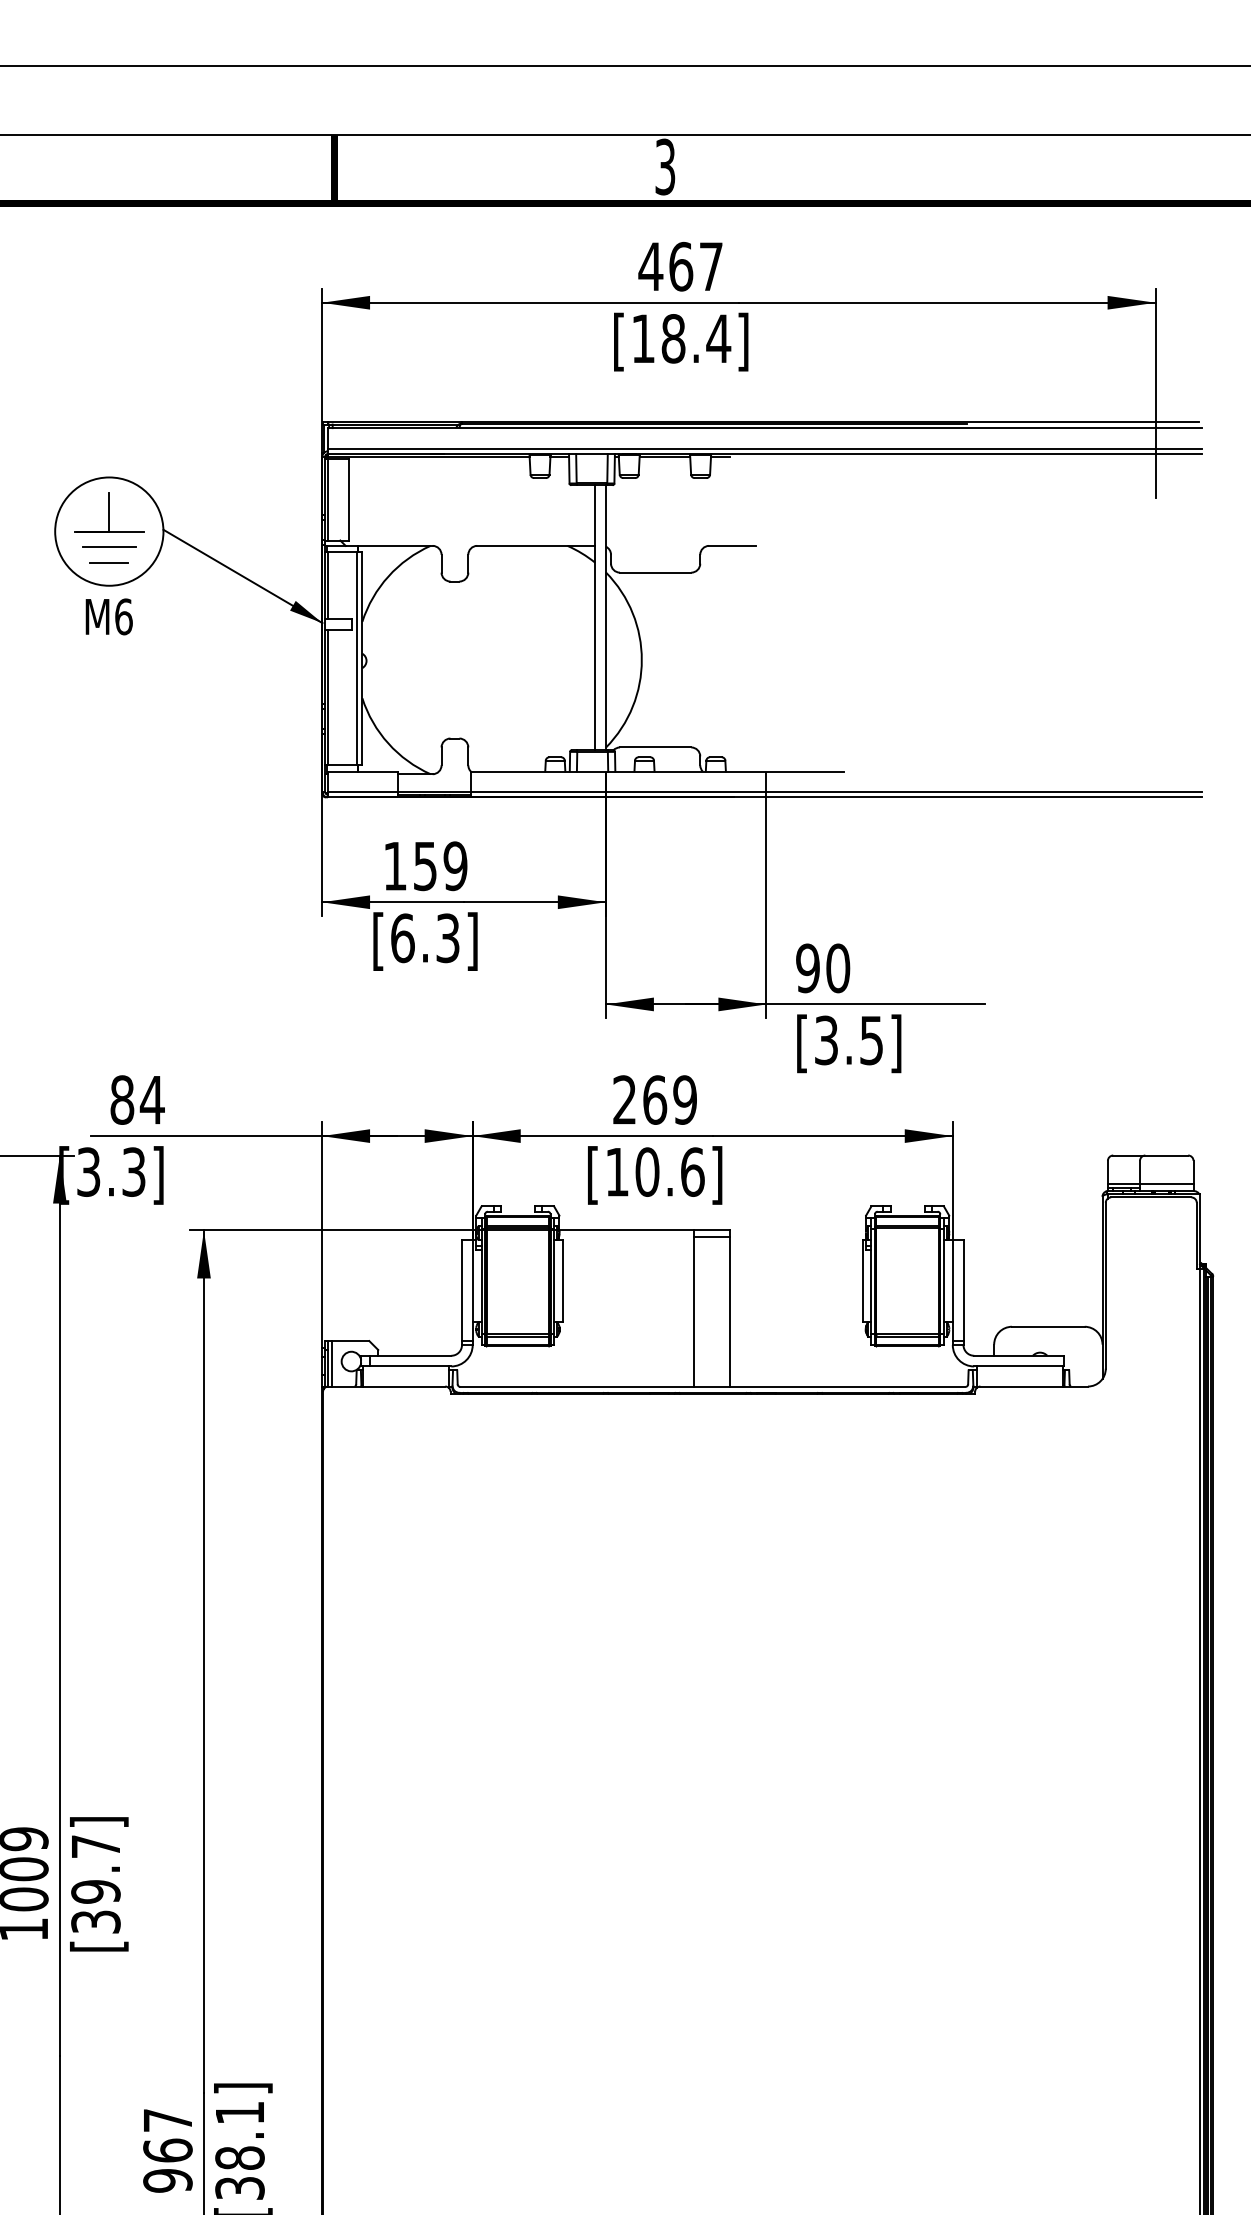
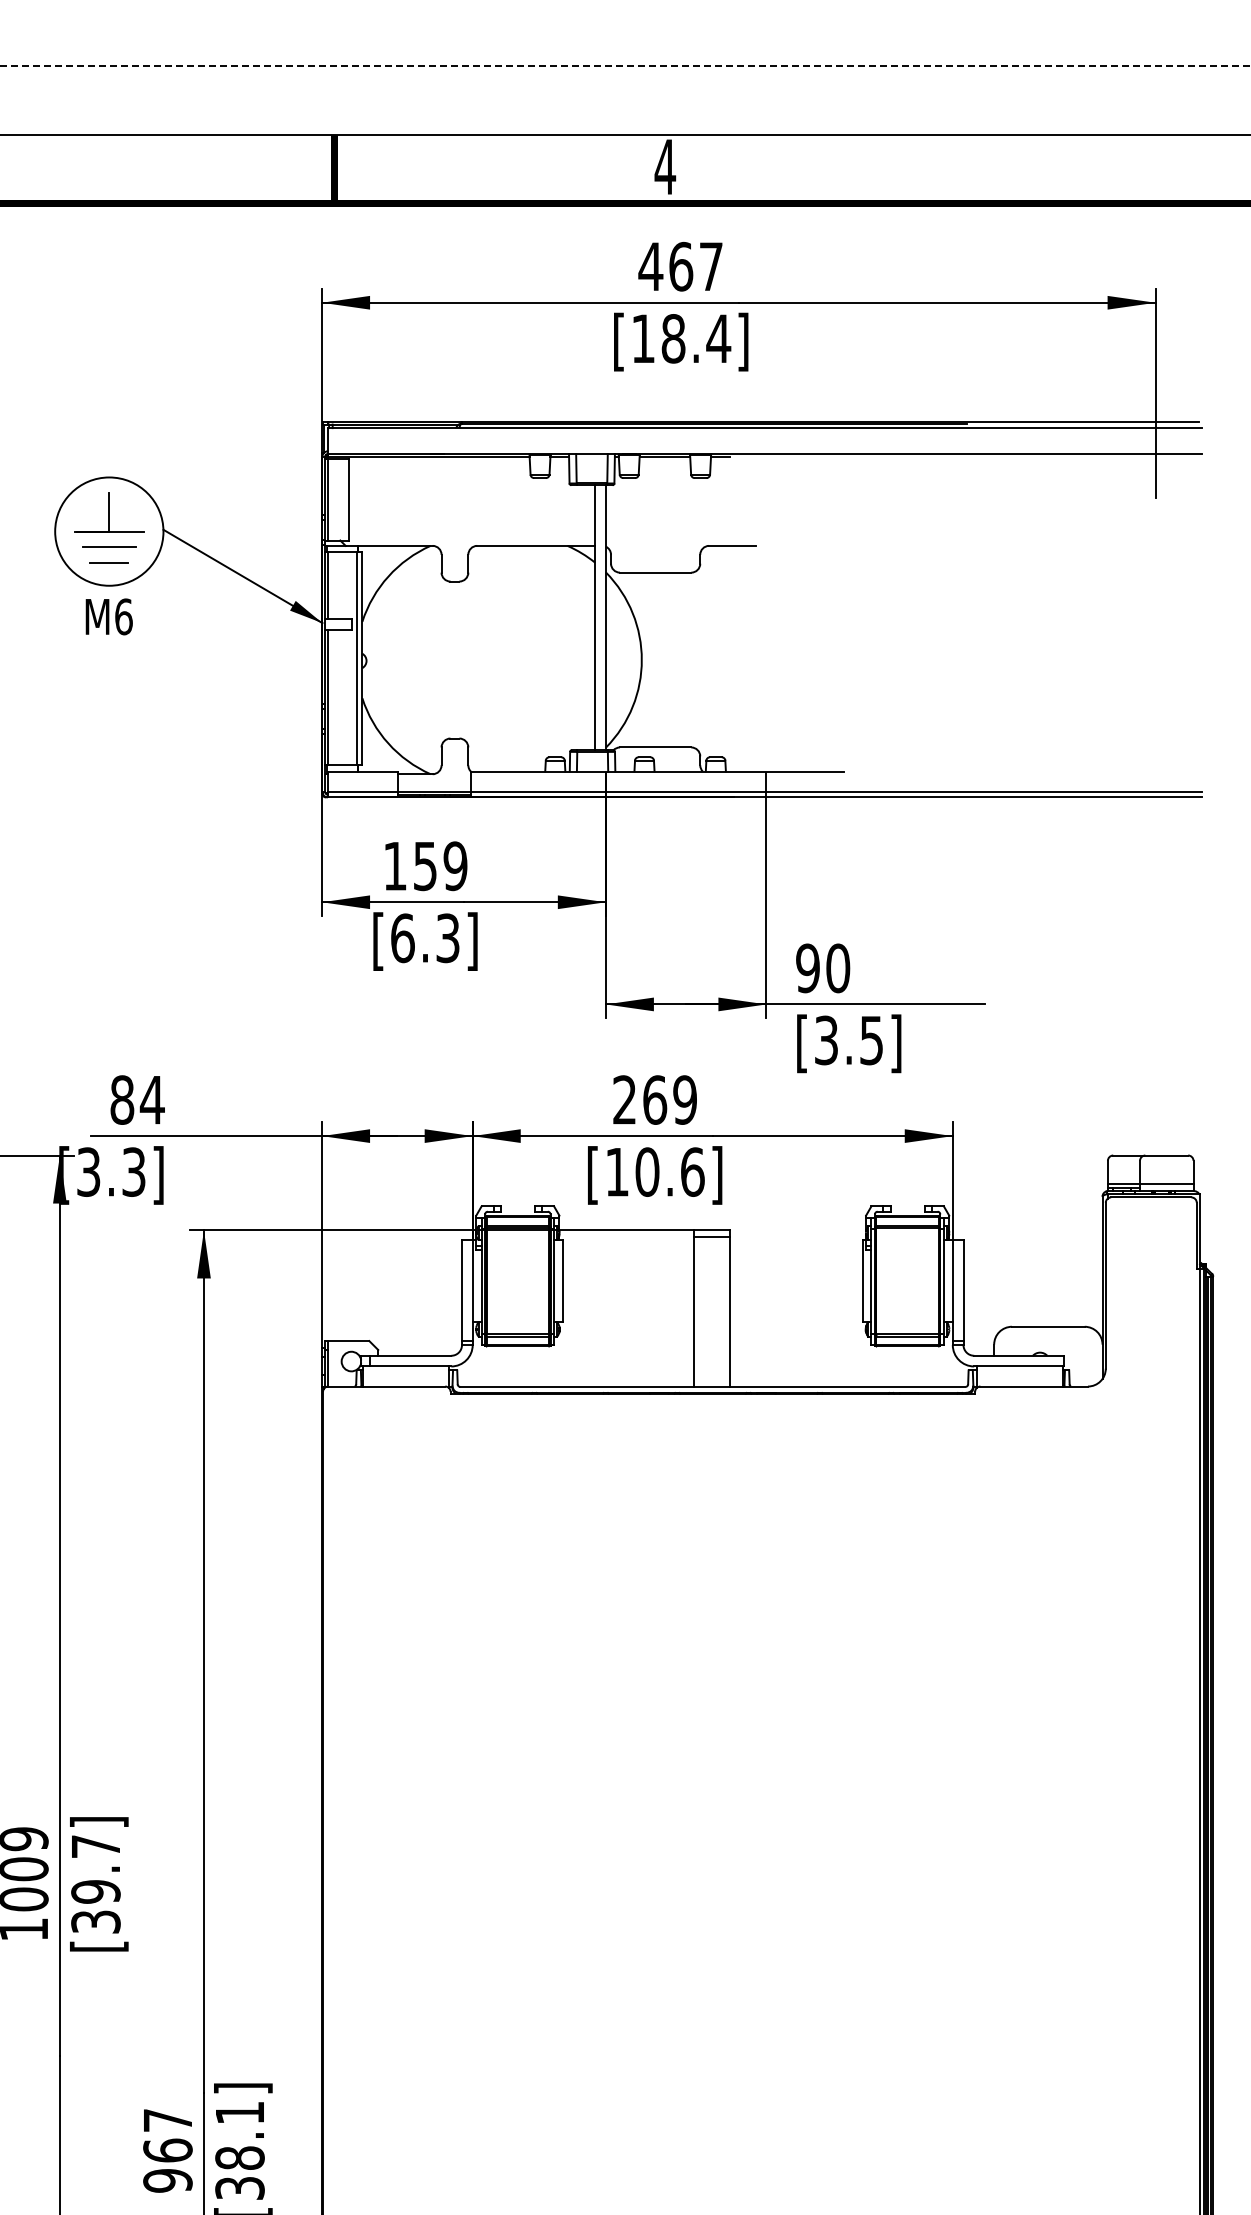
line at (625, 66): solid -> dashed
text at (665, 166): 3 -> 4
line at (764, 448): present -> none
line at (331, 1363): present -> none
